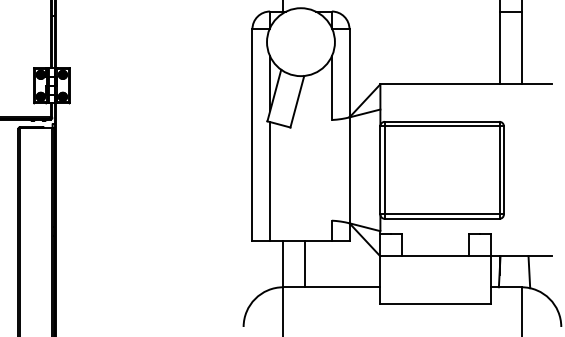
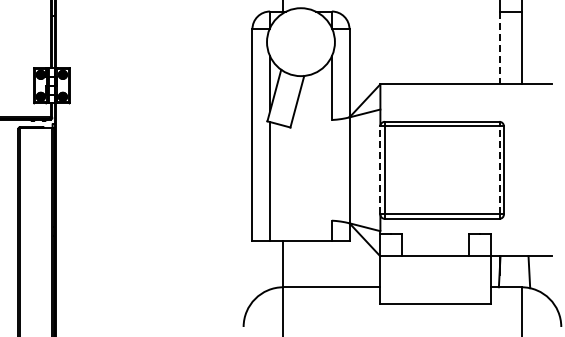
line at (499, 48): solid -> dashed
line at (380, 169): solid -> dashed
line at (499, 169): solid -> dashed
line at (305, 263): present -> none
